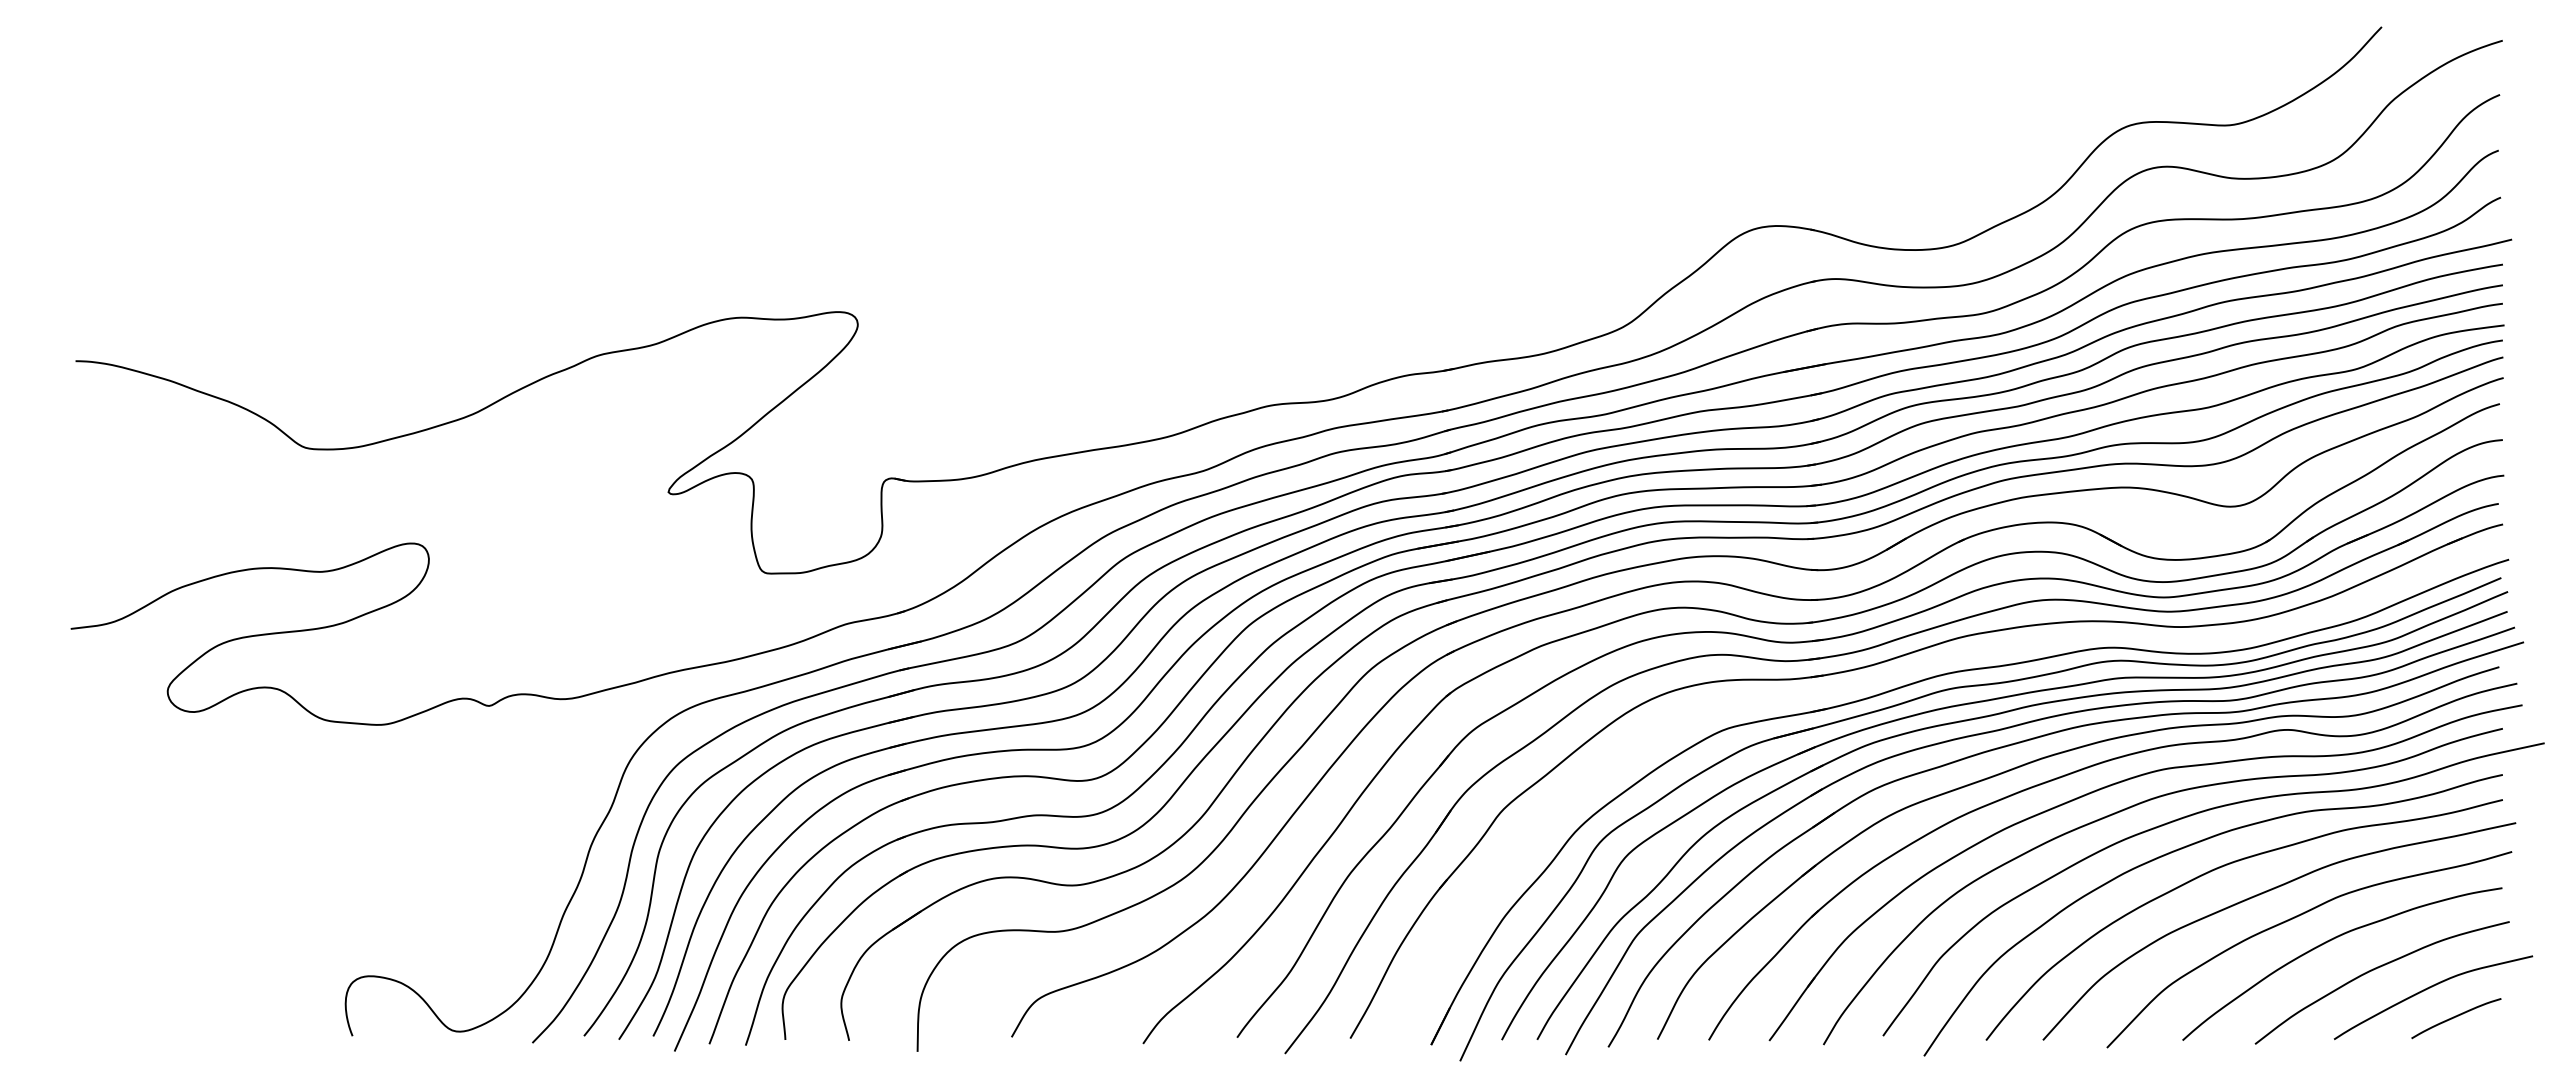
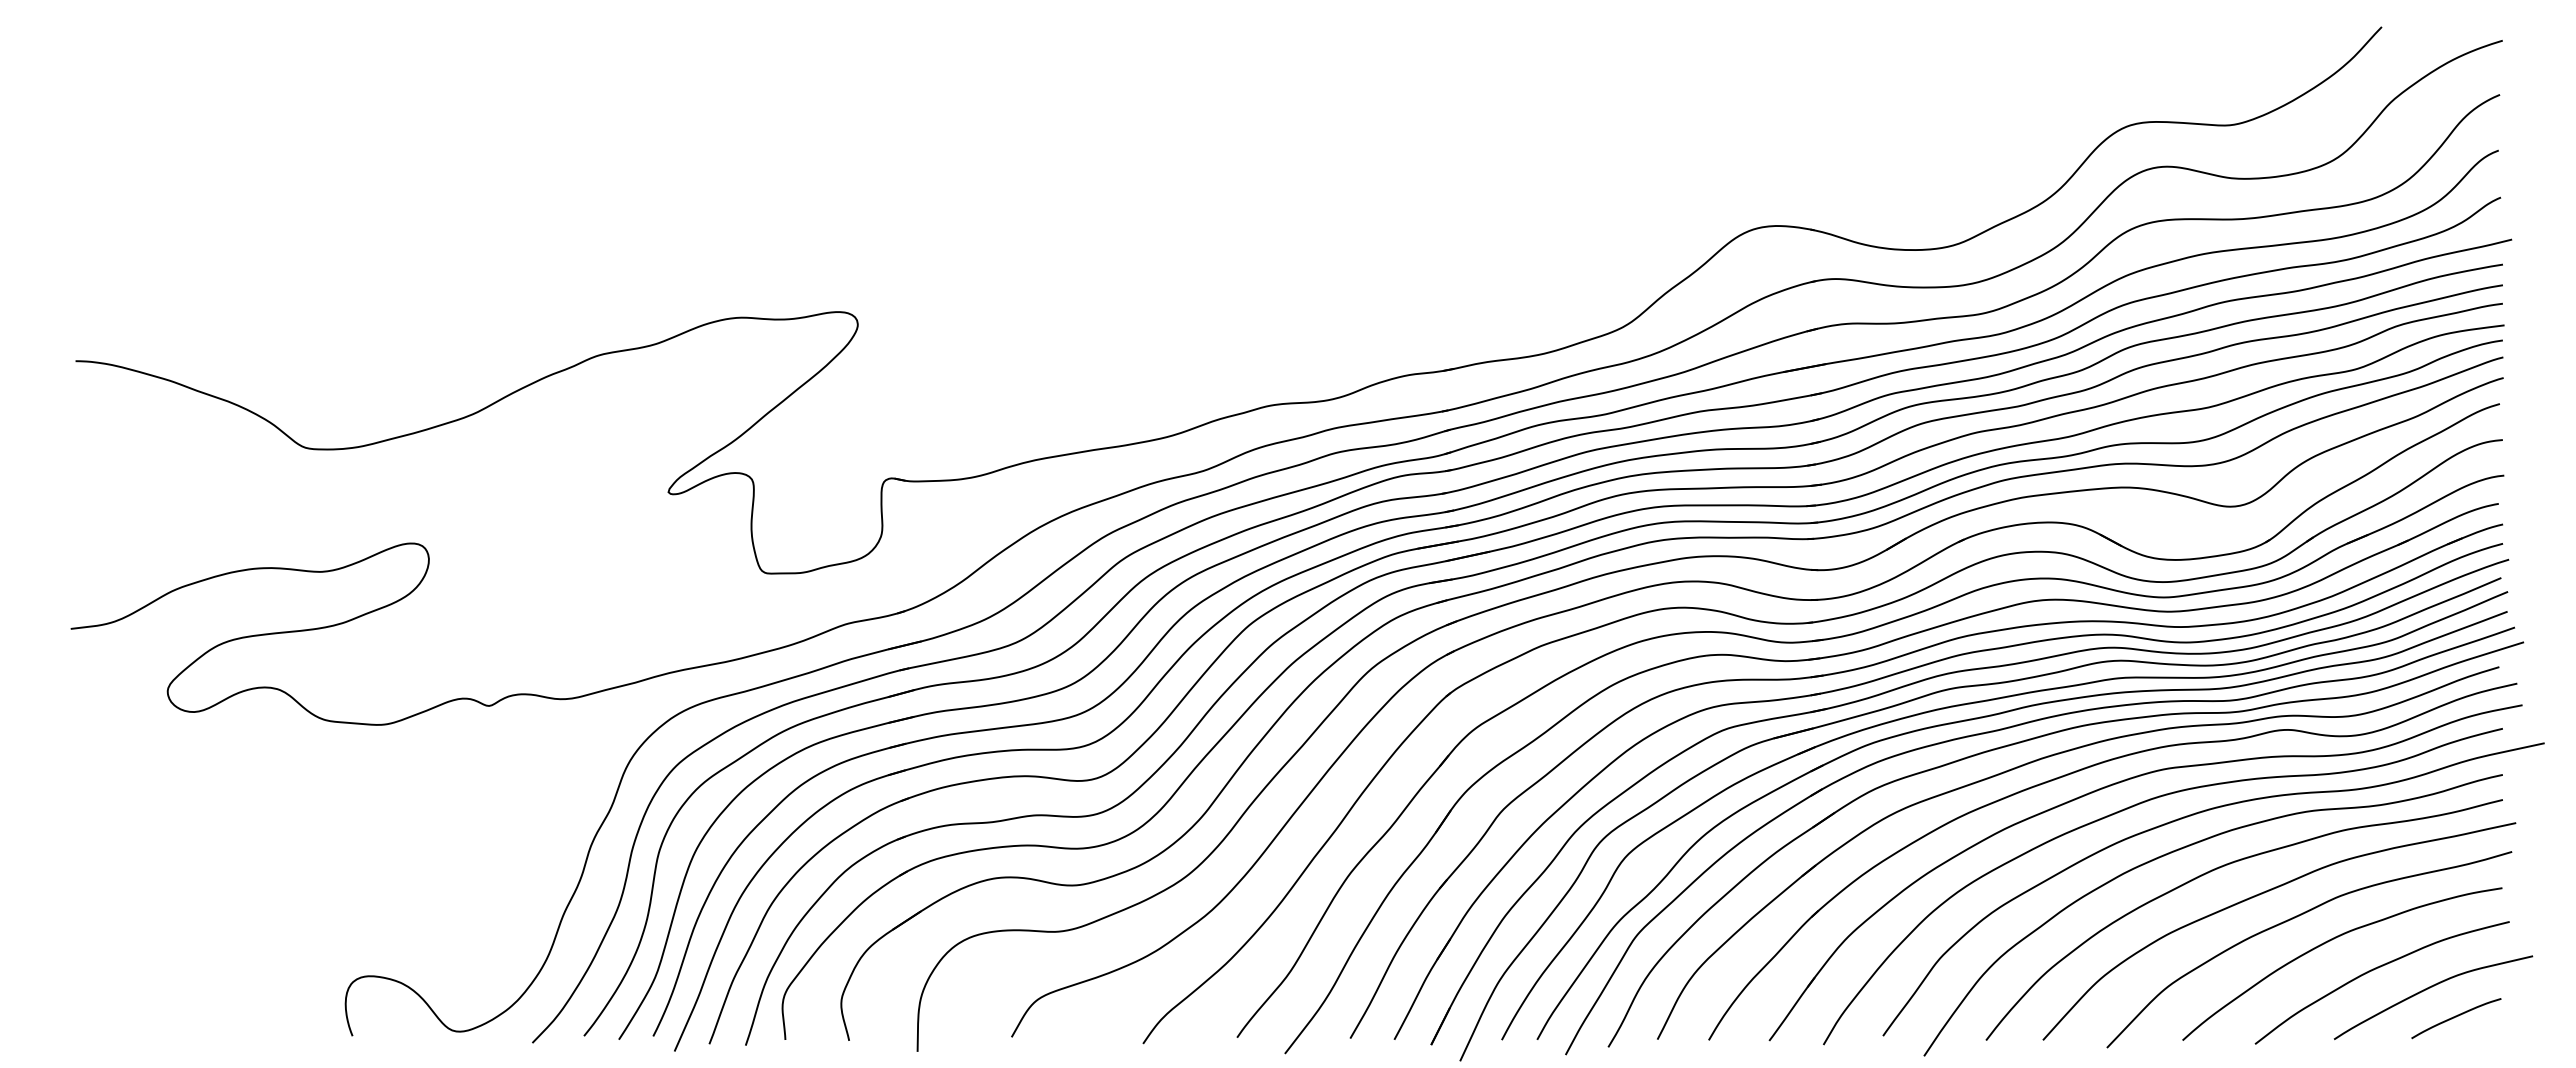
part at (1914, 669): none -> present
